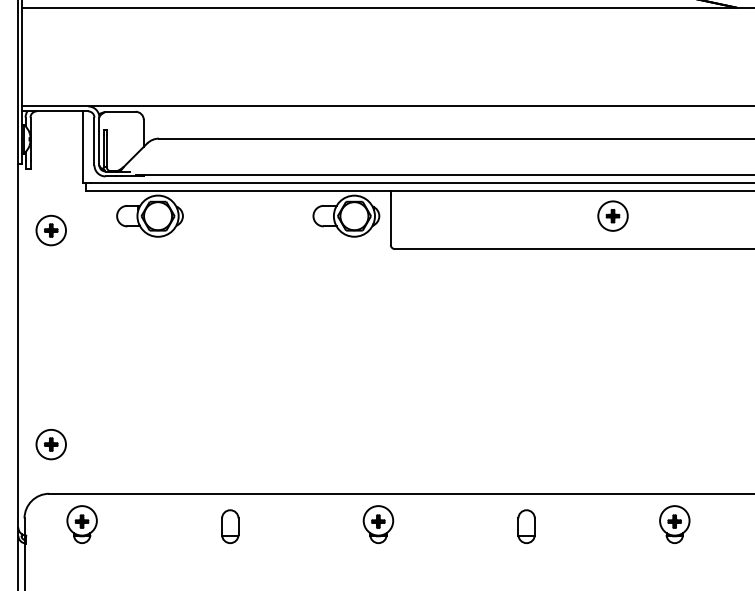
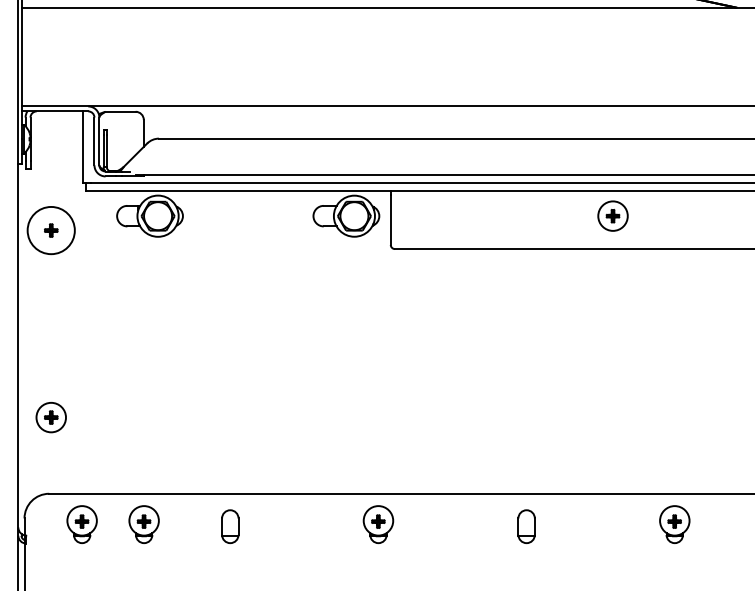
circle at (51, 230) diameter: 30 px -> 47 px
part at (50, 444) position: (50, 444) -> (50, 417)
part at (143, 524): none -> present
